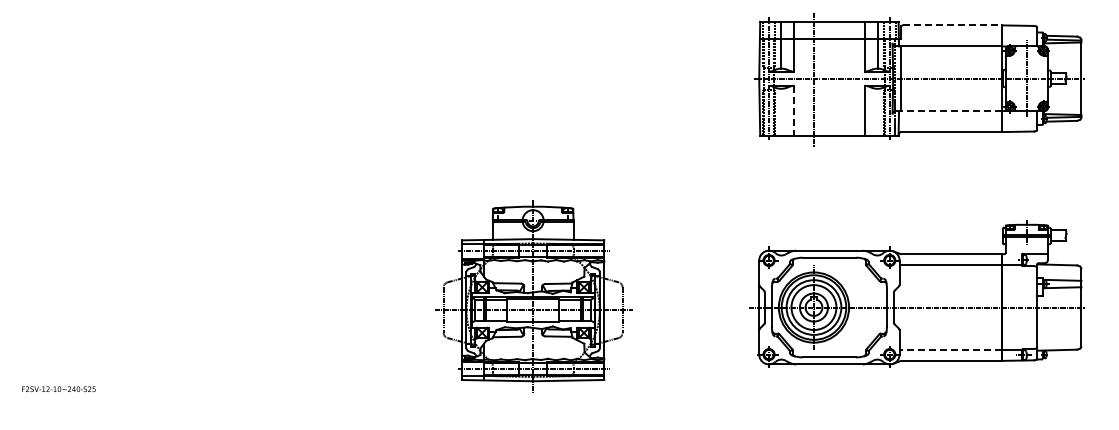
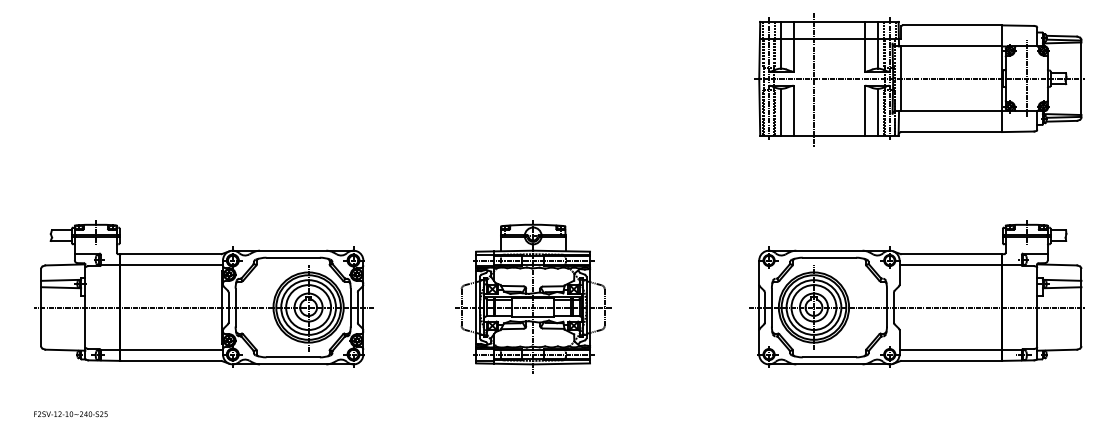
line at (952, 25): dashed -> solid
line at (793, 110): dashed -> solid
line at (781, 111): none -> present
line at (877, 111): none -> present
line at (948, 111): dashed -> solid
part at (203, 293): none -> present
part at (533, 296) size: 198x193 px -> 157x154 px
line at (950, 350): dashed -> solid
text at (58, 389) position: (58, 389) -> (70, 414)
